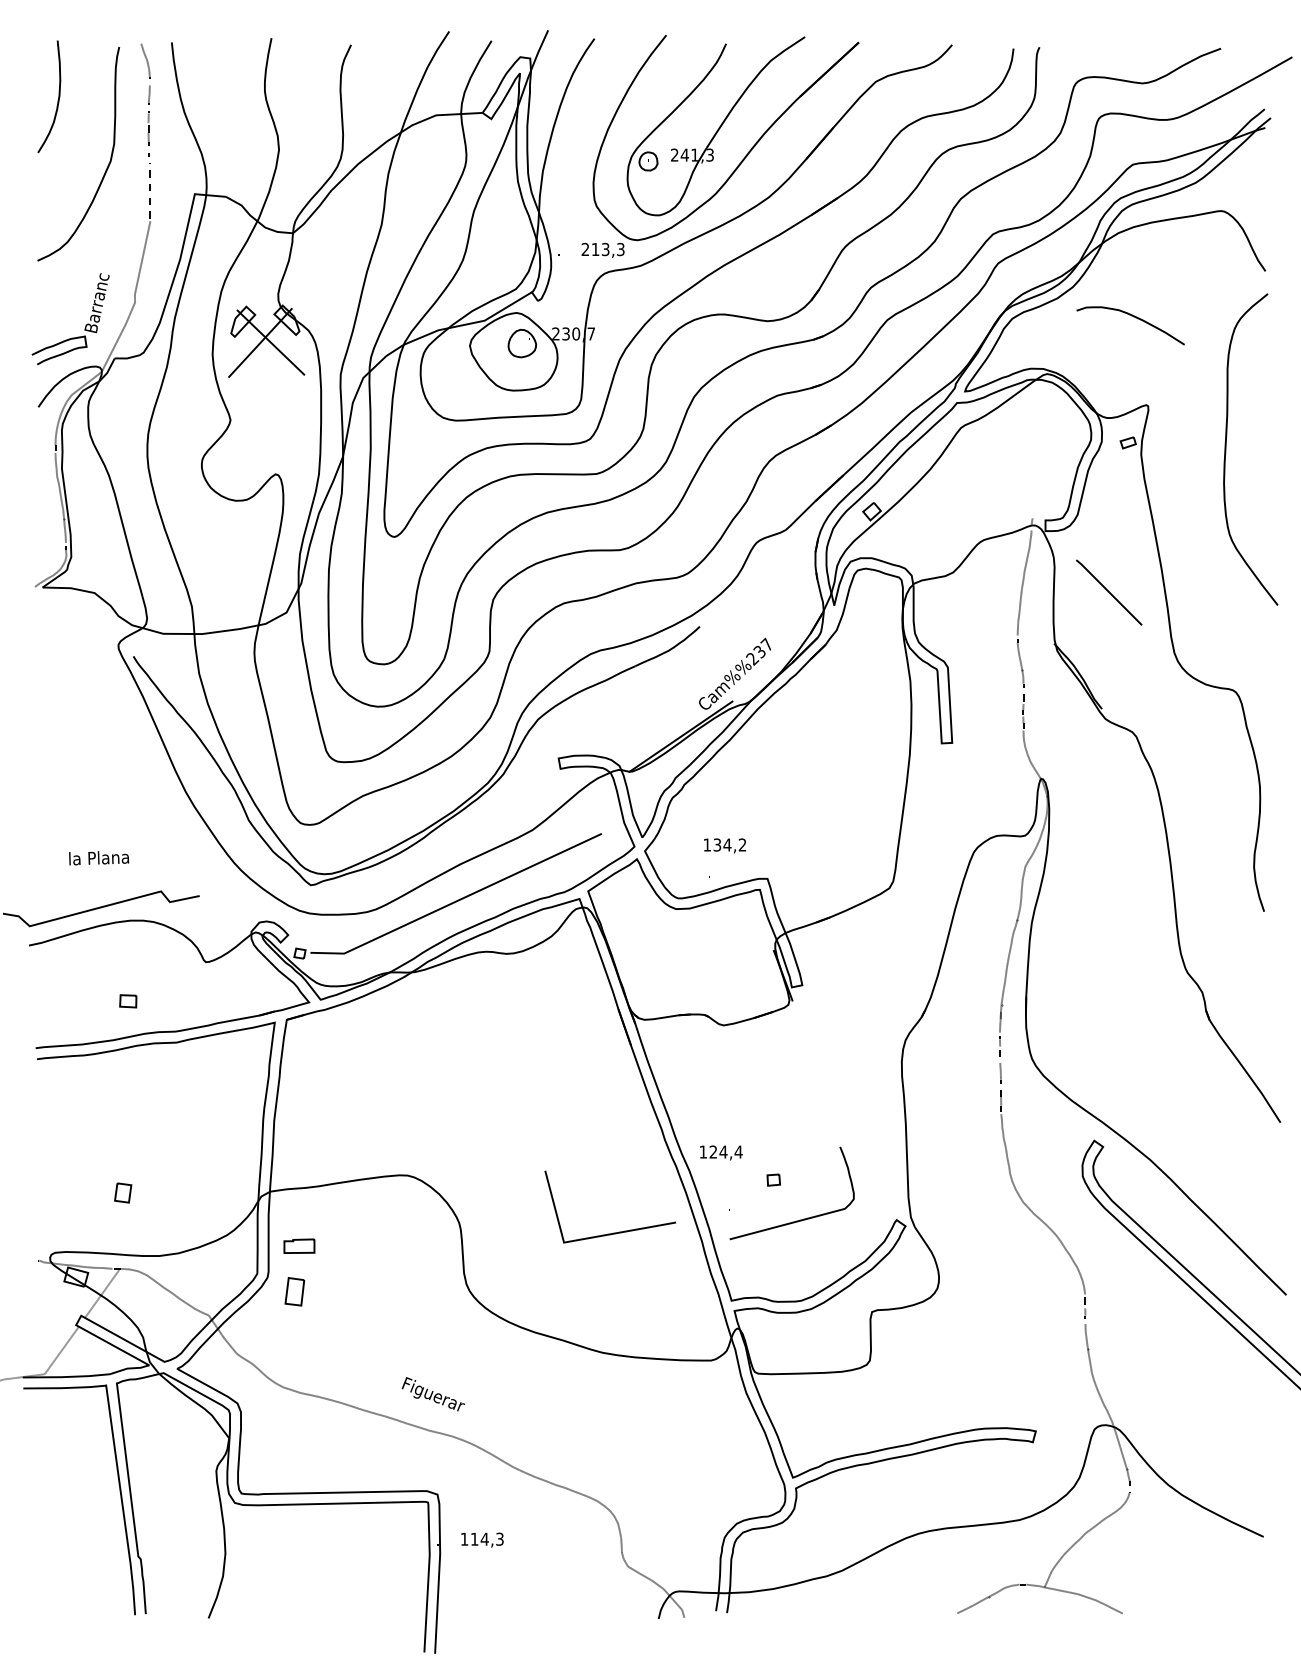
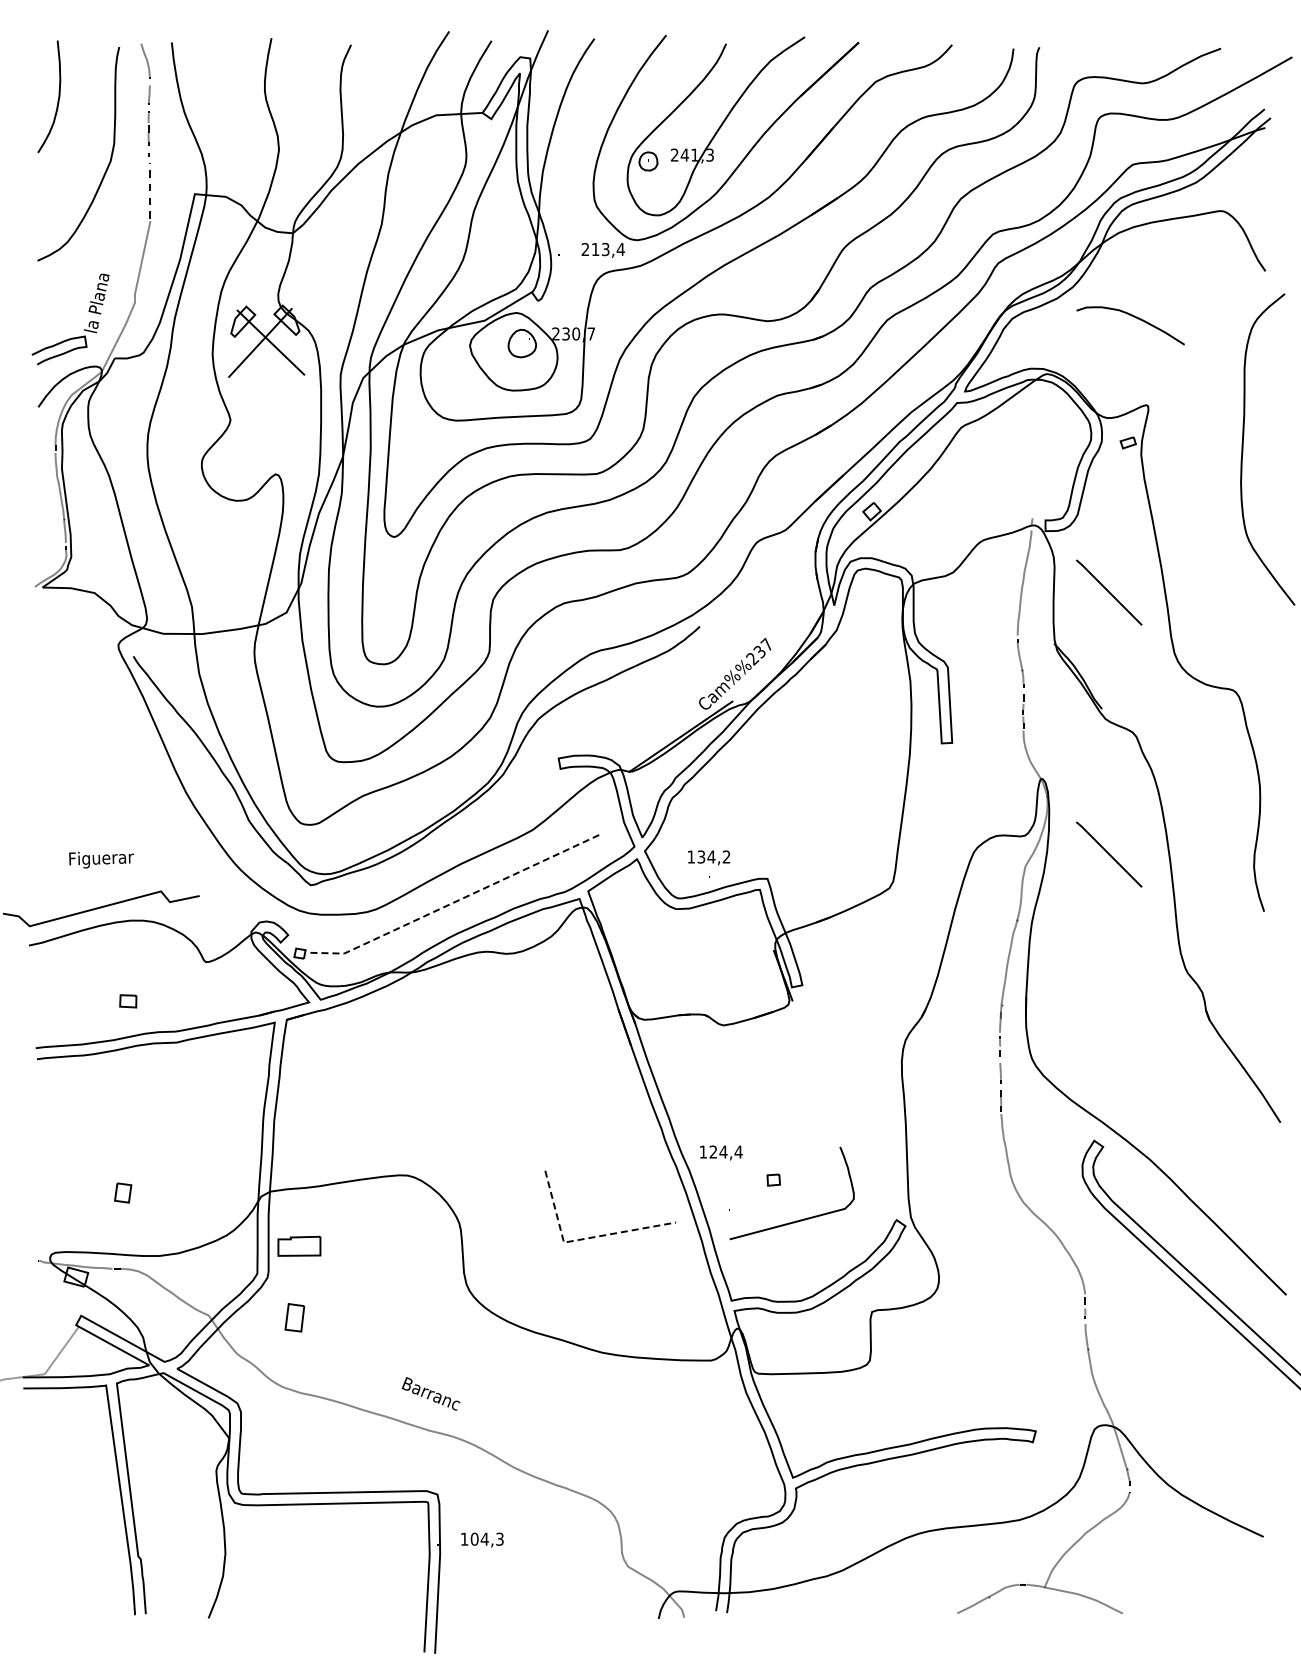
text at (620, 249): 213,3 -> 213,4
text at (96, 302): Barranc -> la Plana
curve at (1226, 449) position: (1226, 449) -> (1243, 449)
text at (725, 845) position: (725, 845) -> (709, 857)
line at (1109, 854): none -> present
text at (101, 859): la Plana -> Figuerar
line at (457, 901): solid -> dashed
line at (582, 1239): solid -> dashed
part at (299, 1245) size: 33x16 px -> 45x22 px
part at (294, 1291) position: (294, 1291) -> (294, 1317)
line at (101, 1293): present -> none
text at (433, 1395): Figuerar -> Barranc
text at (474, 1538): 114,3 -> 104,3
